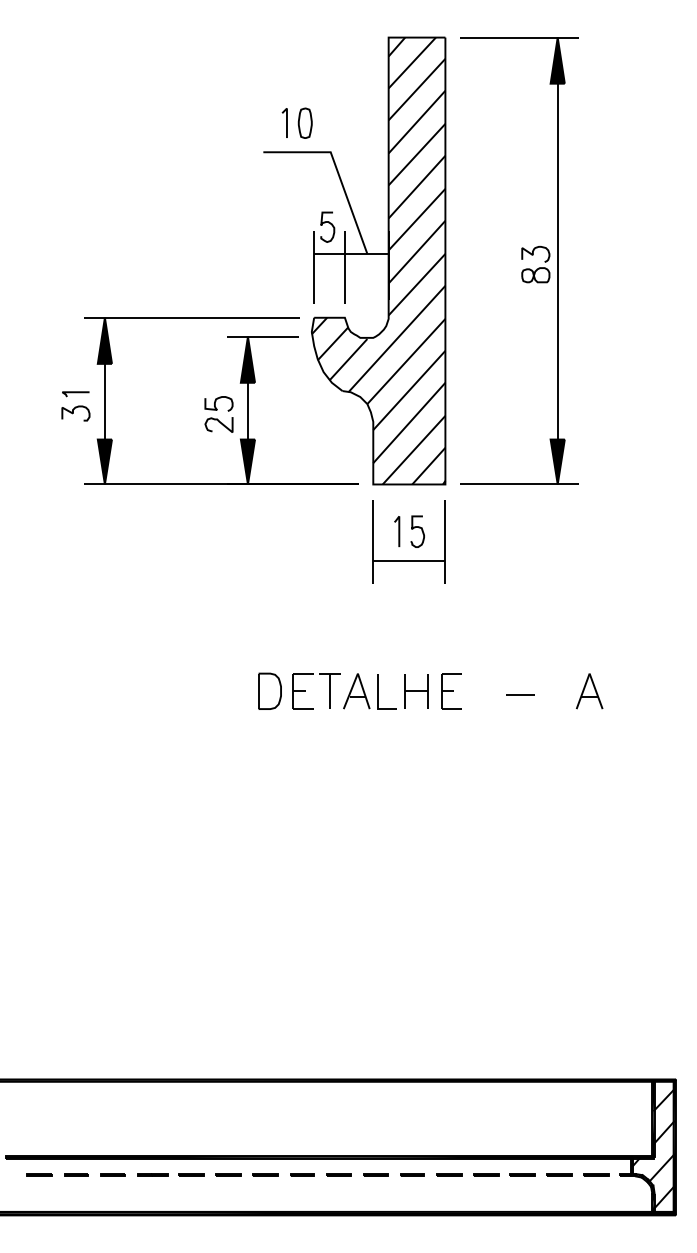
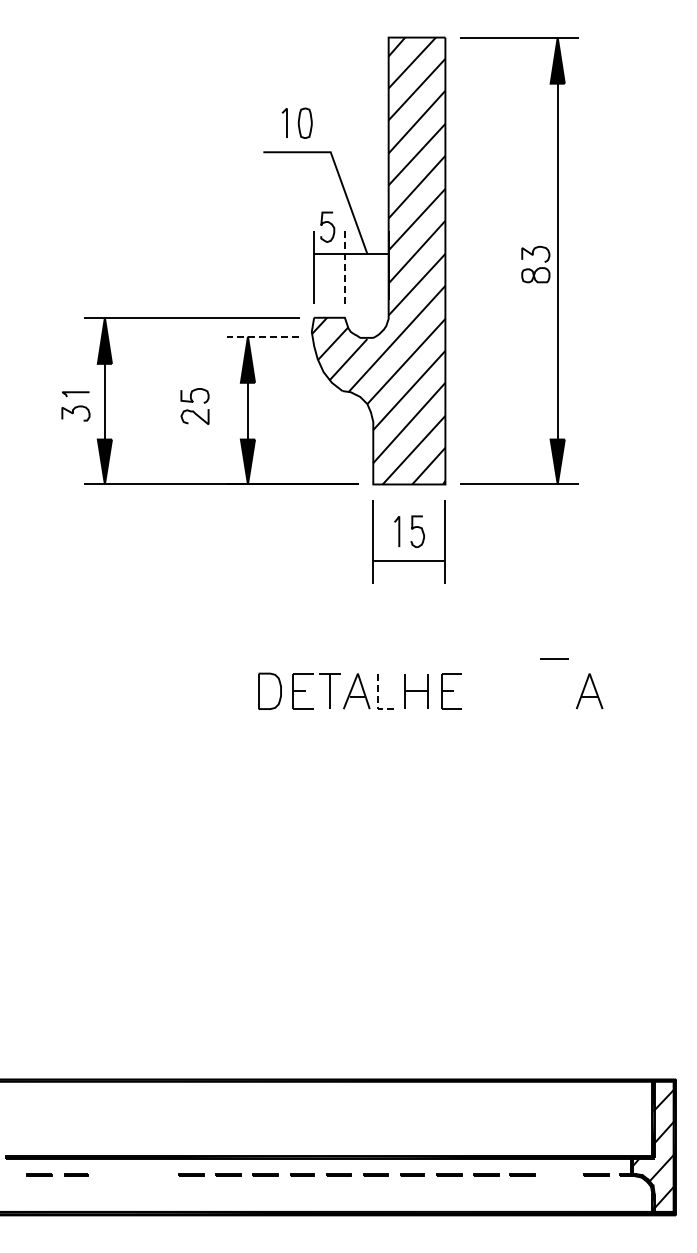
line at (344, 267): solid -> dashed
line at (262, 336): solid -> dashed
part at (218, 414) position: (218, 414) -> (194, 406)
line at (520, 694) position: (520, 694) -> (554, 658)
line at (378, 701): solid -> dashed
line at (112, 1174): present -> none
line at (152, 1174): present -> none
line at (559, 1174): present -> none
